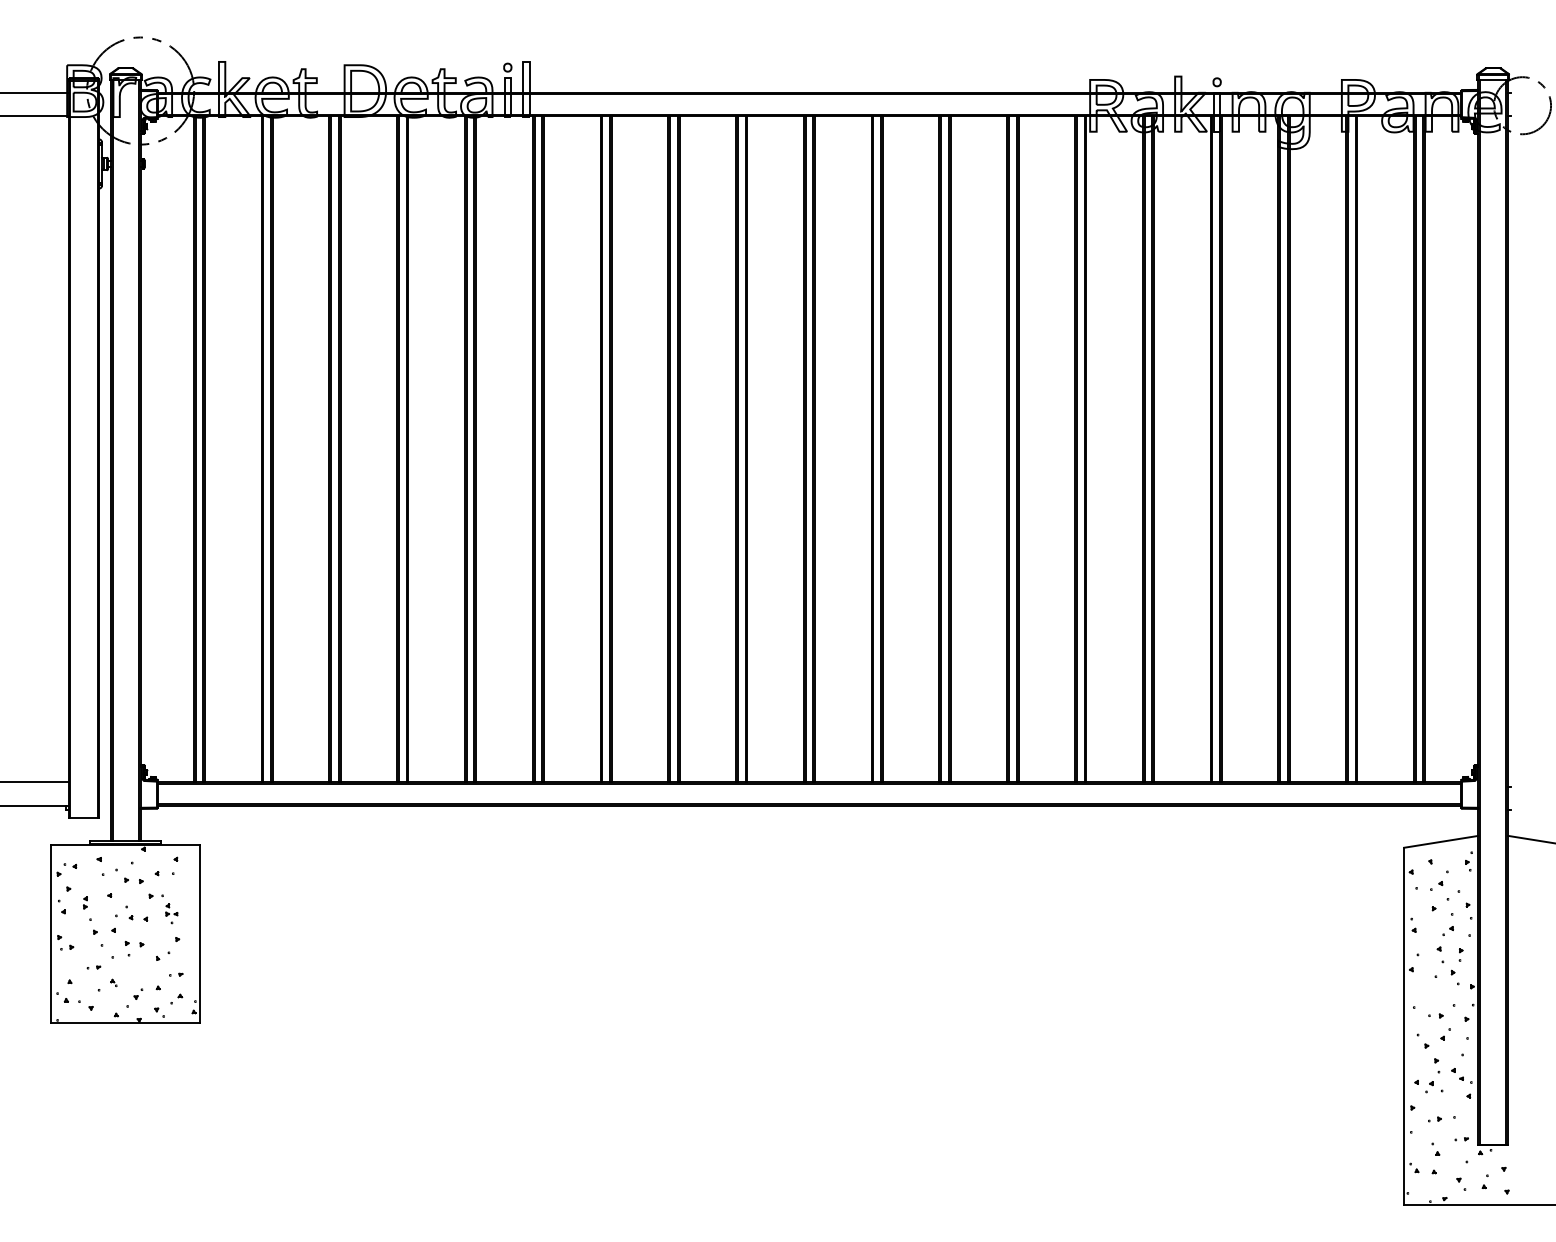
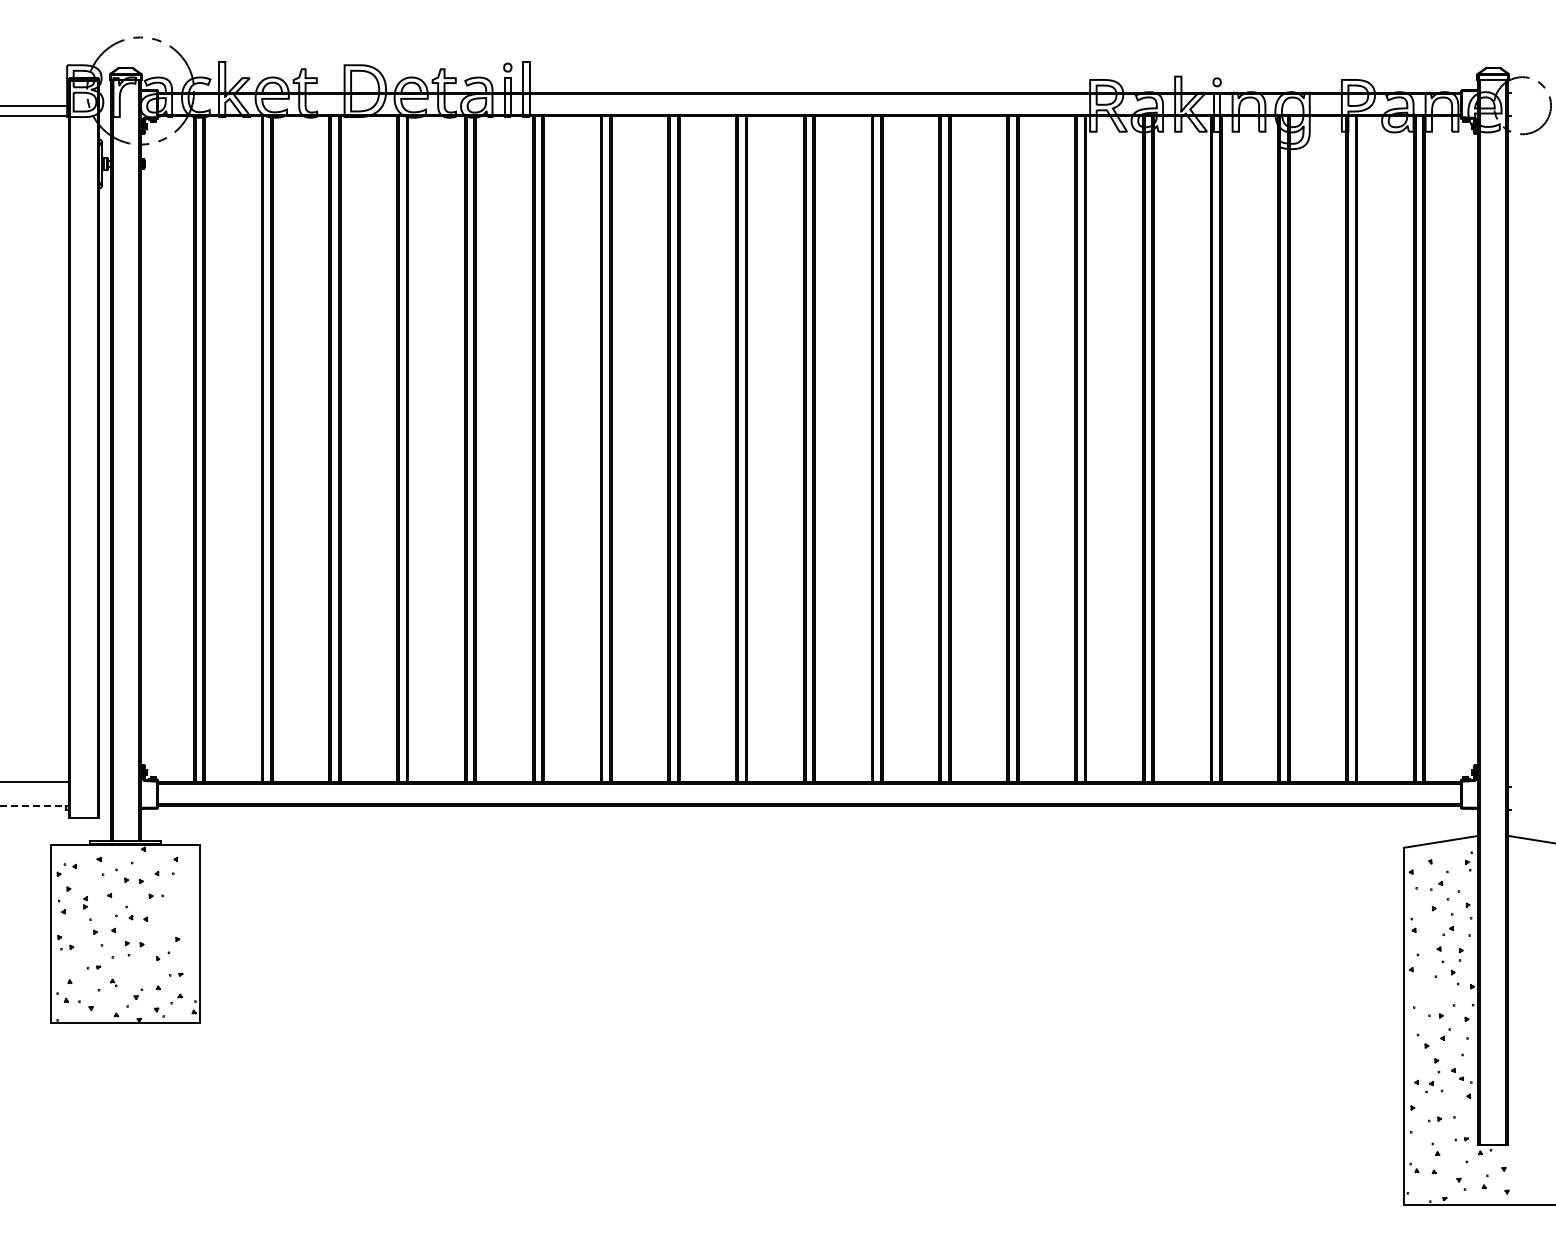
line at (35, 92) position: (35, 92) -> (35, 105)
line at (33, 806): solid -> dashed
part at (171, 913): present -> none
